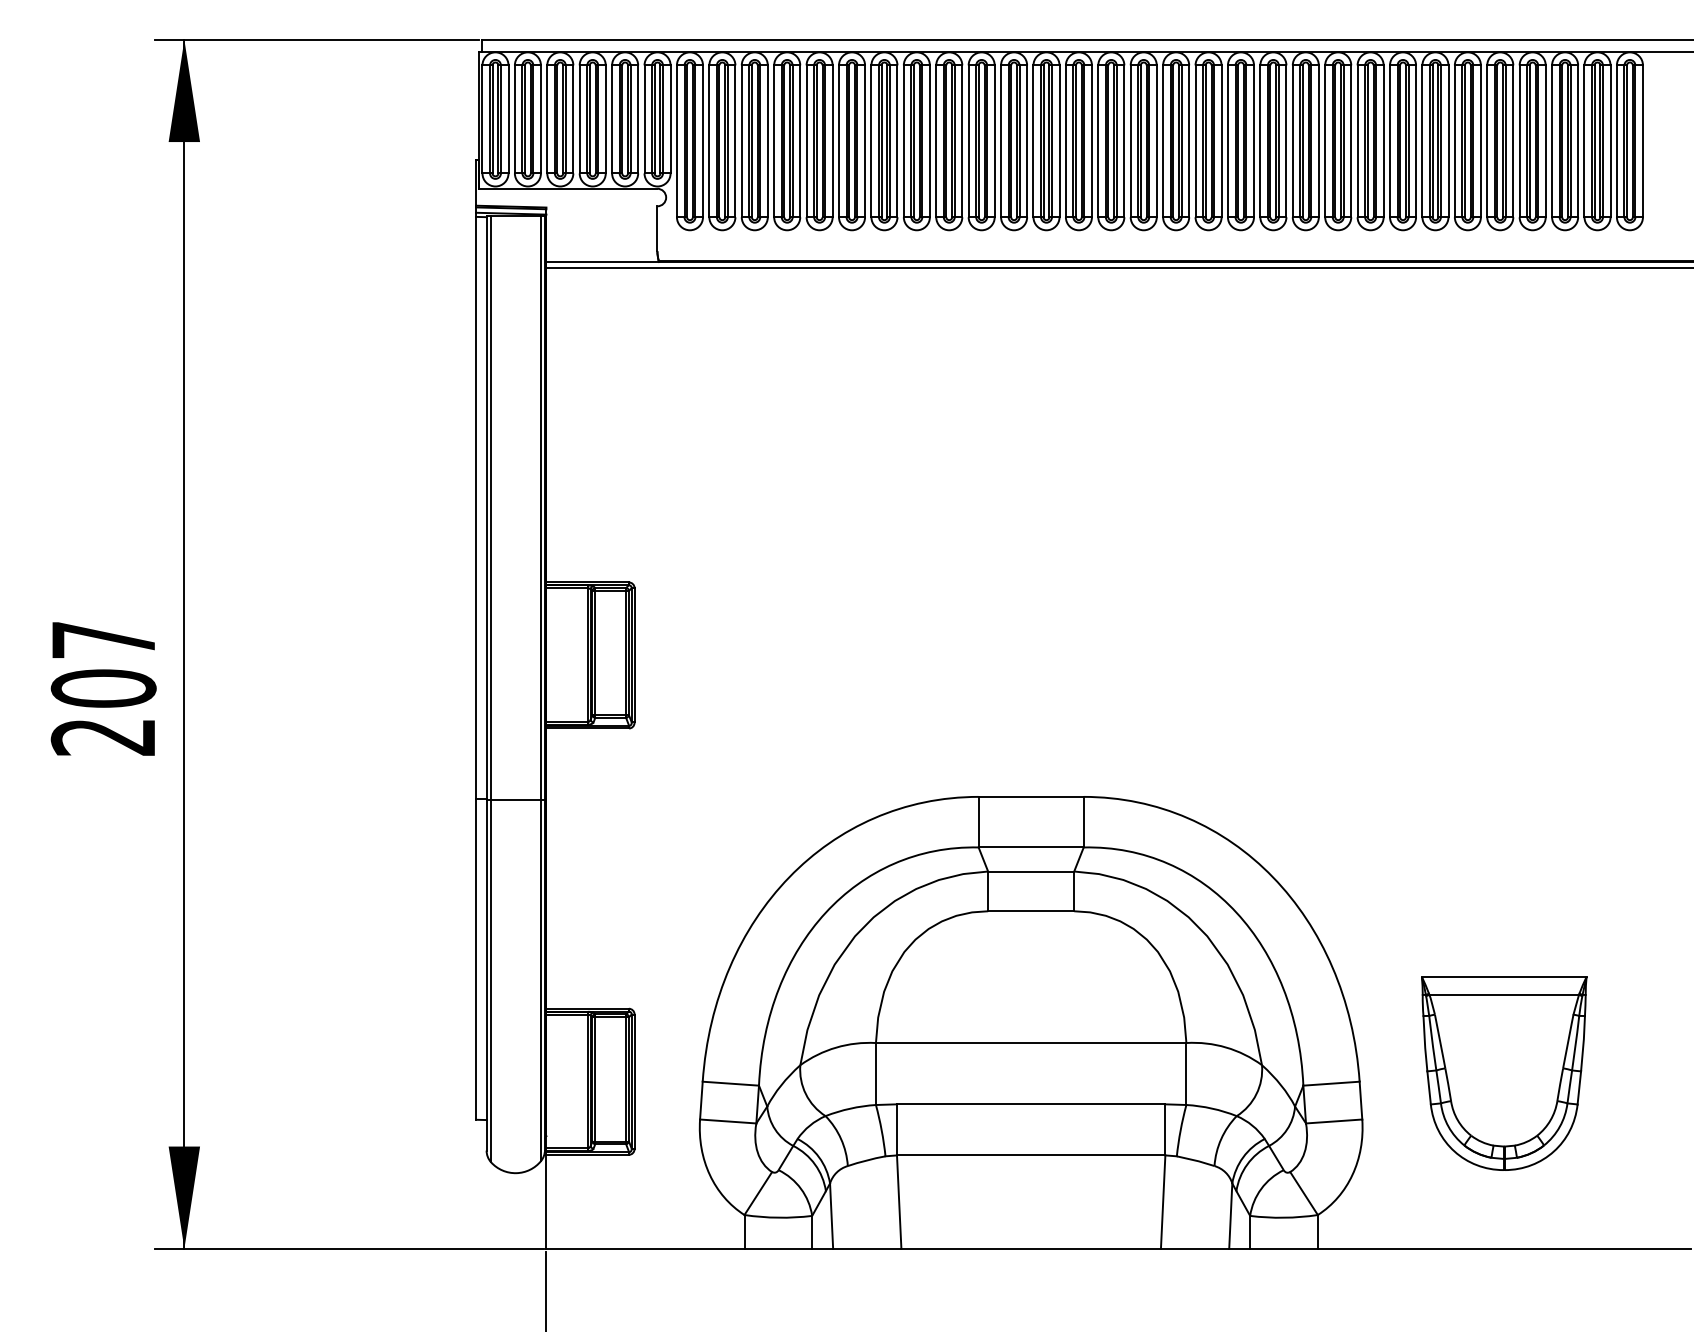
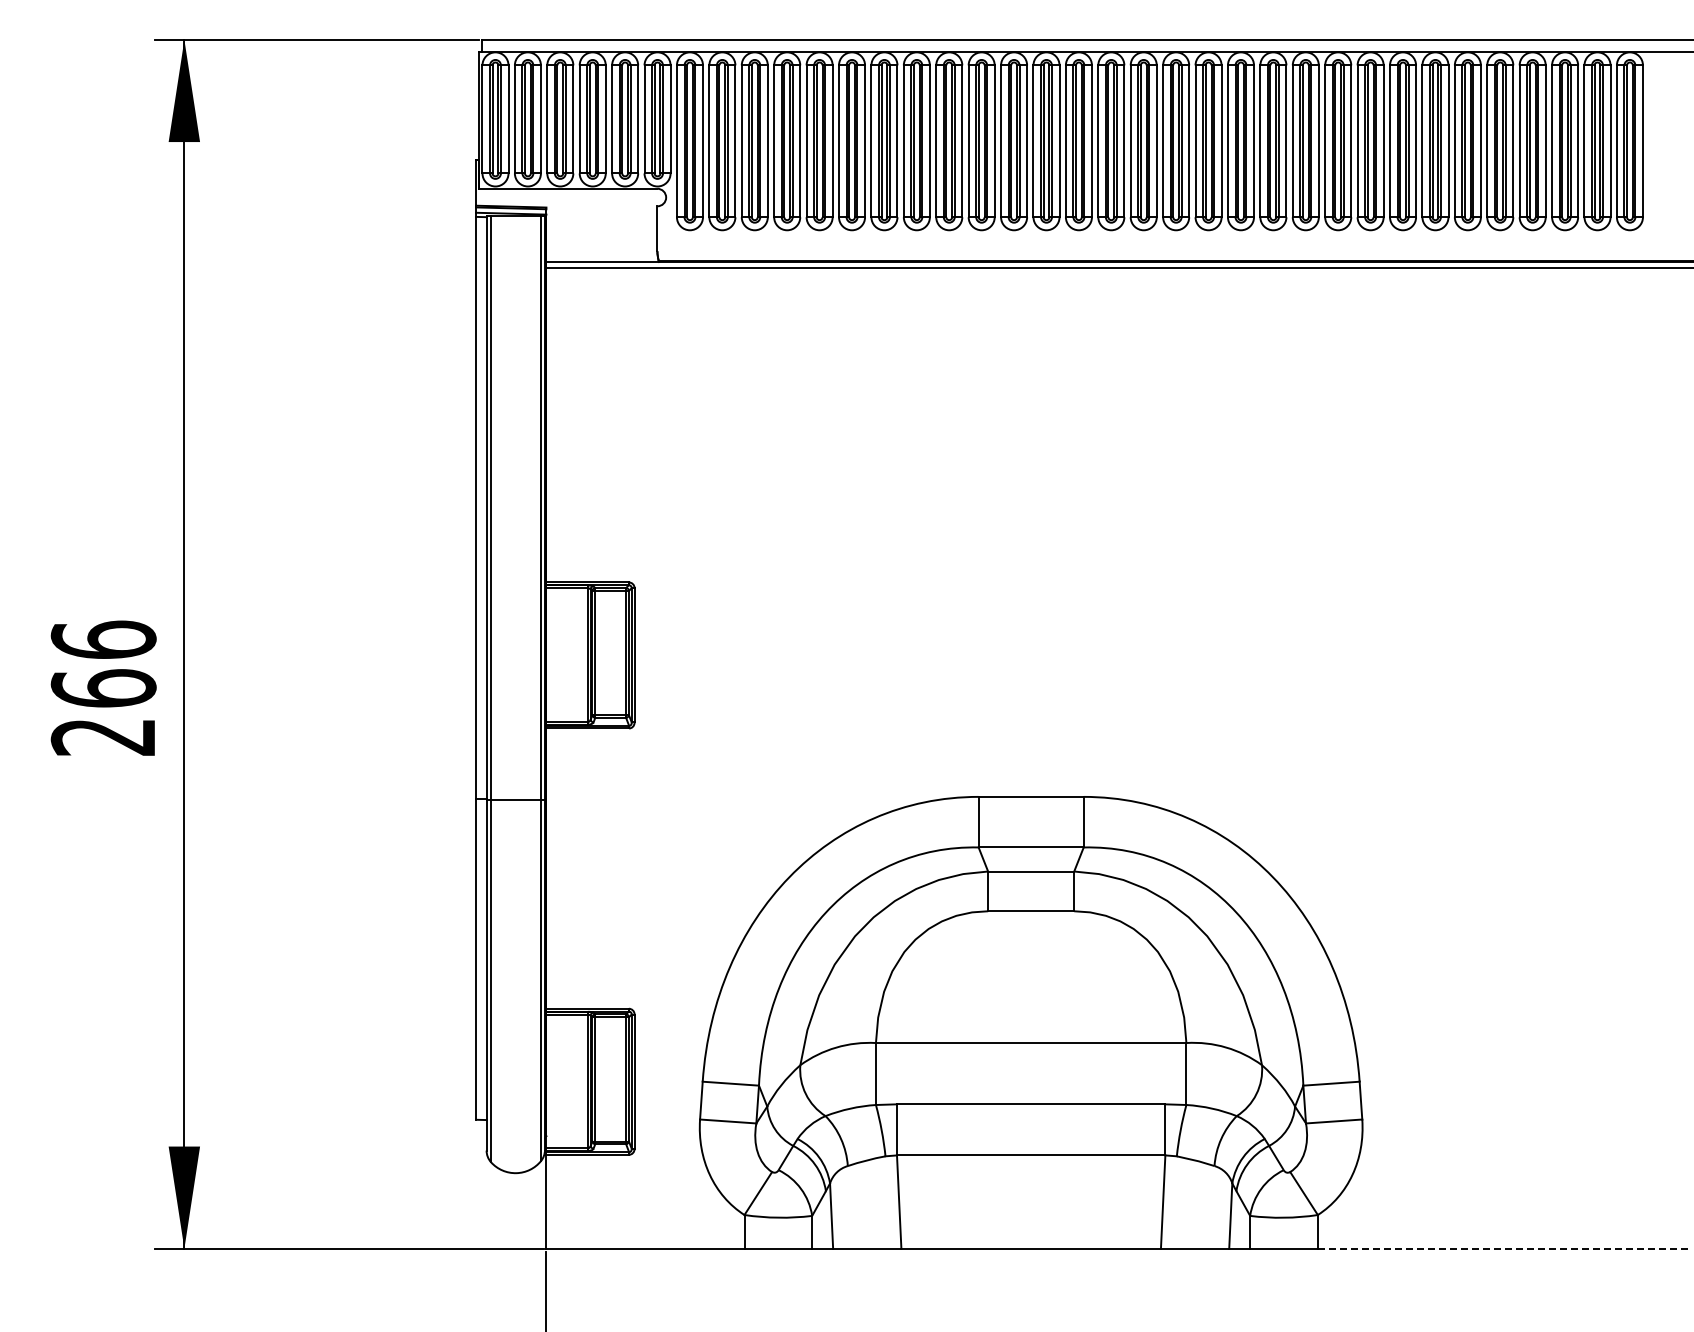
text at (103, 663): 207 -> 266
part at (1504, 1073): present -> none
line at (1504, 1248): solid -> dashed
